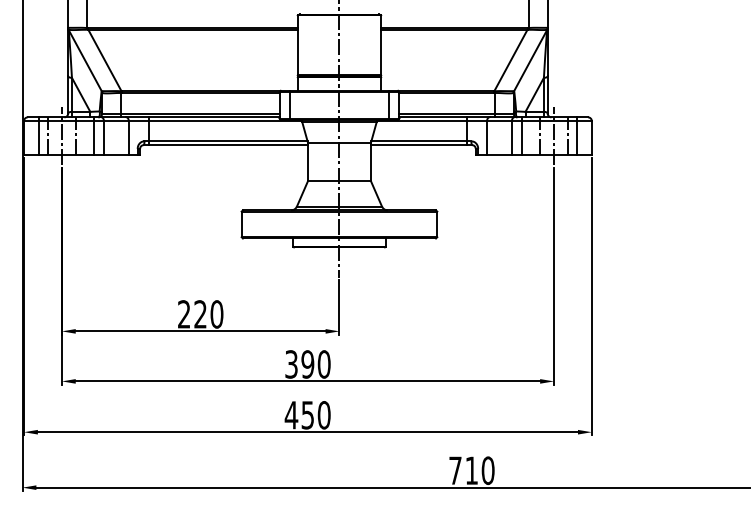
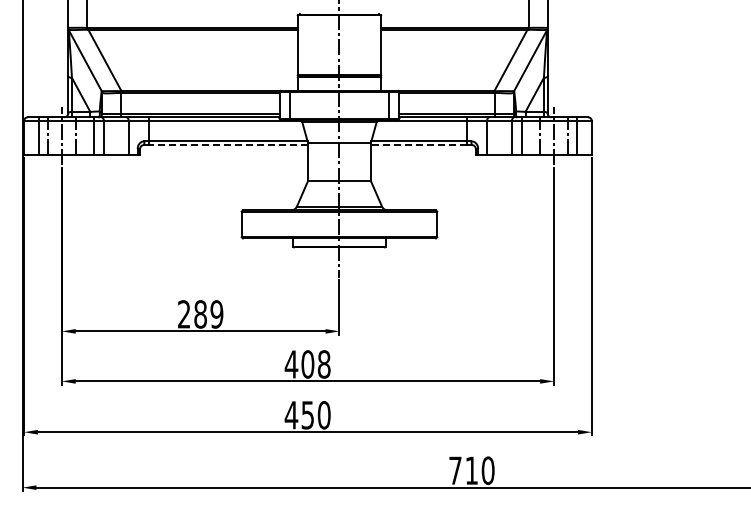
line at (227, 145): solid -> dashed
line at (418, 145): solid -> dashed
text at (208, 314): 220 -> 289
text at (307, 364): 390 -> 408
